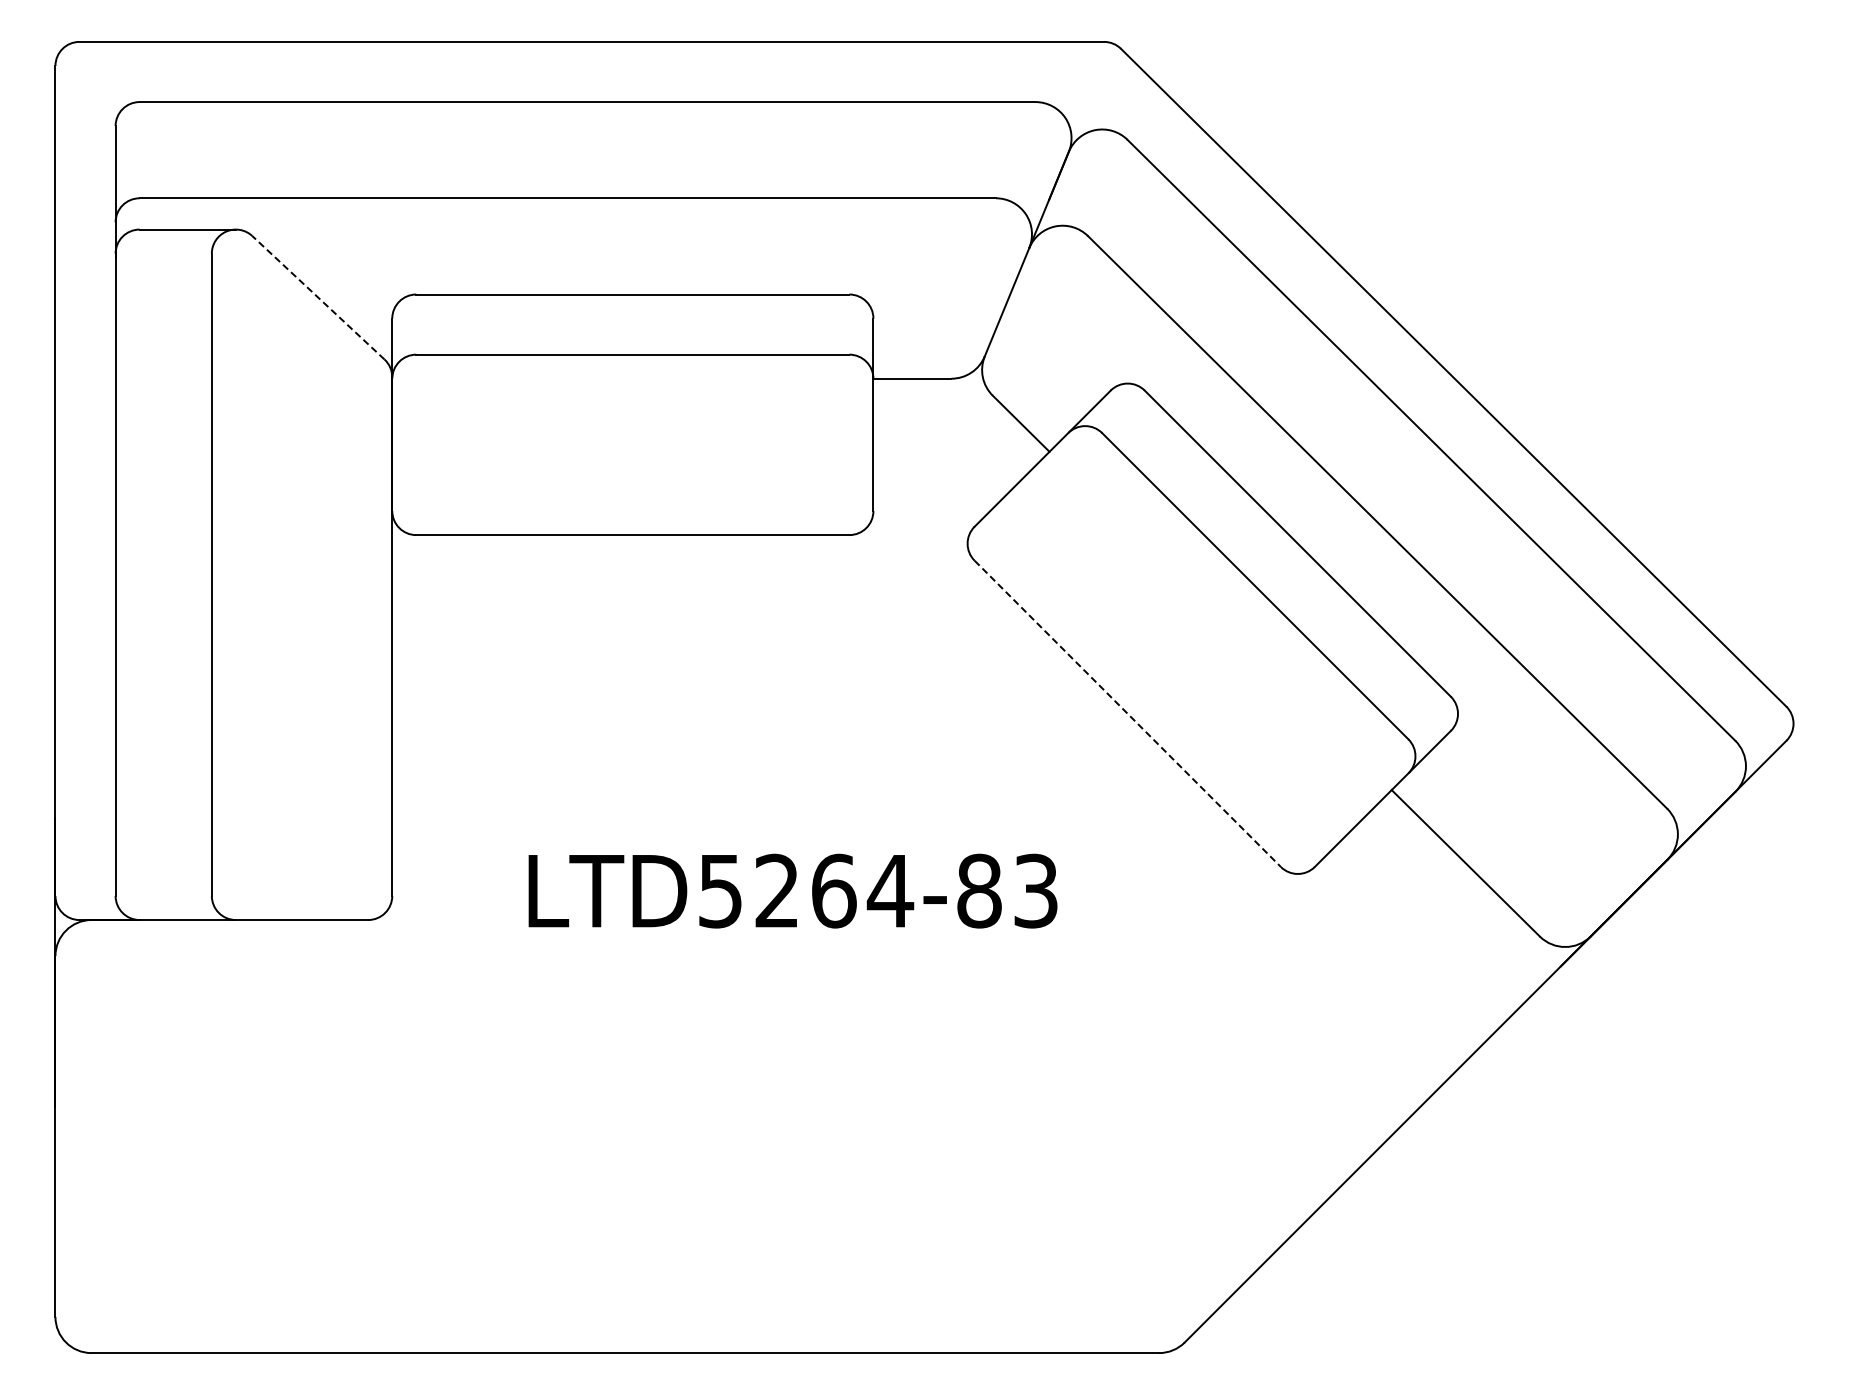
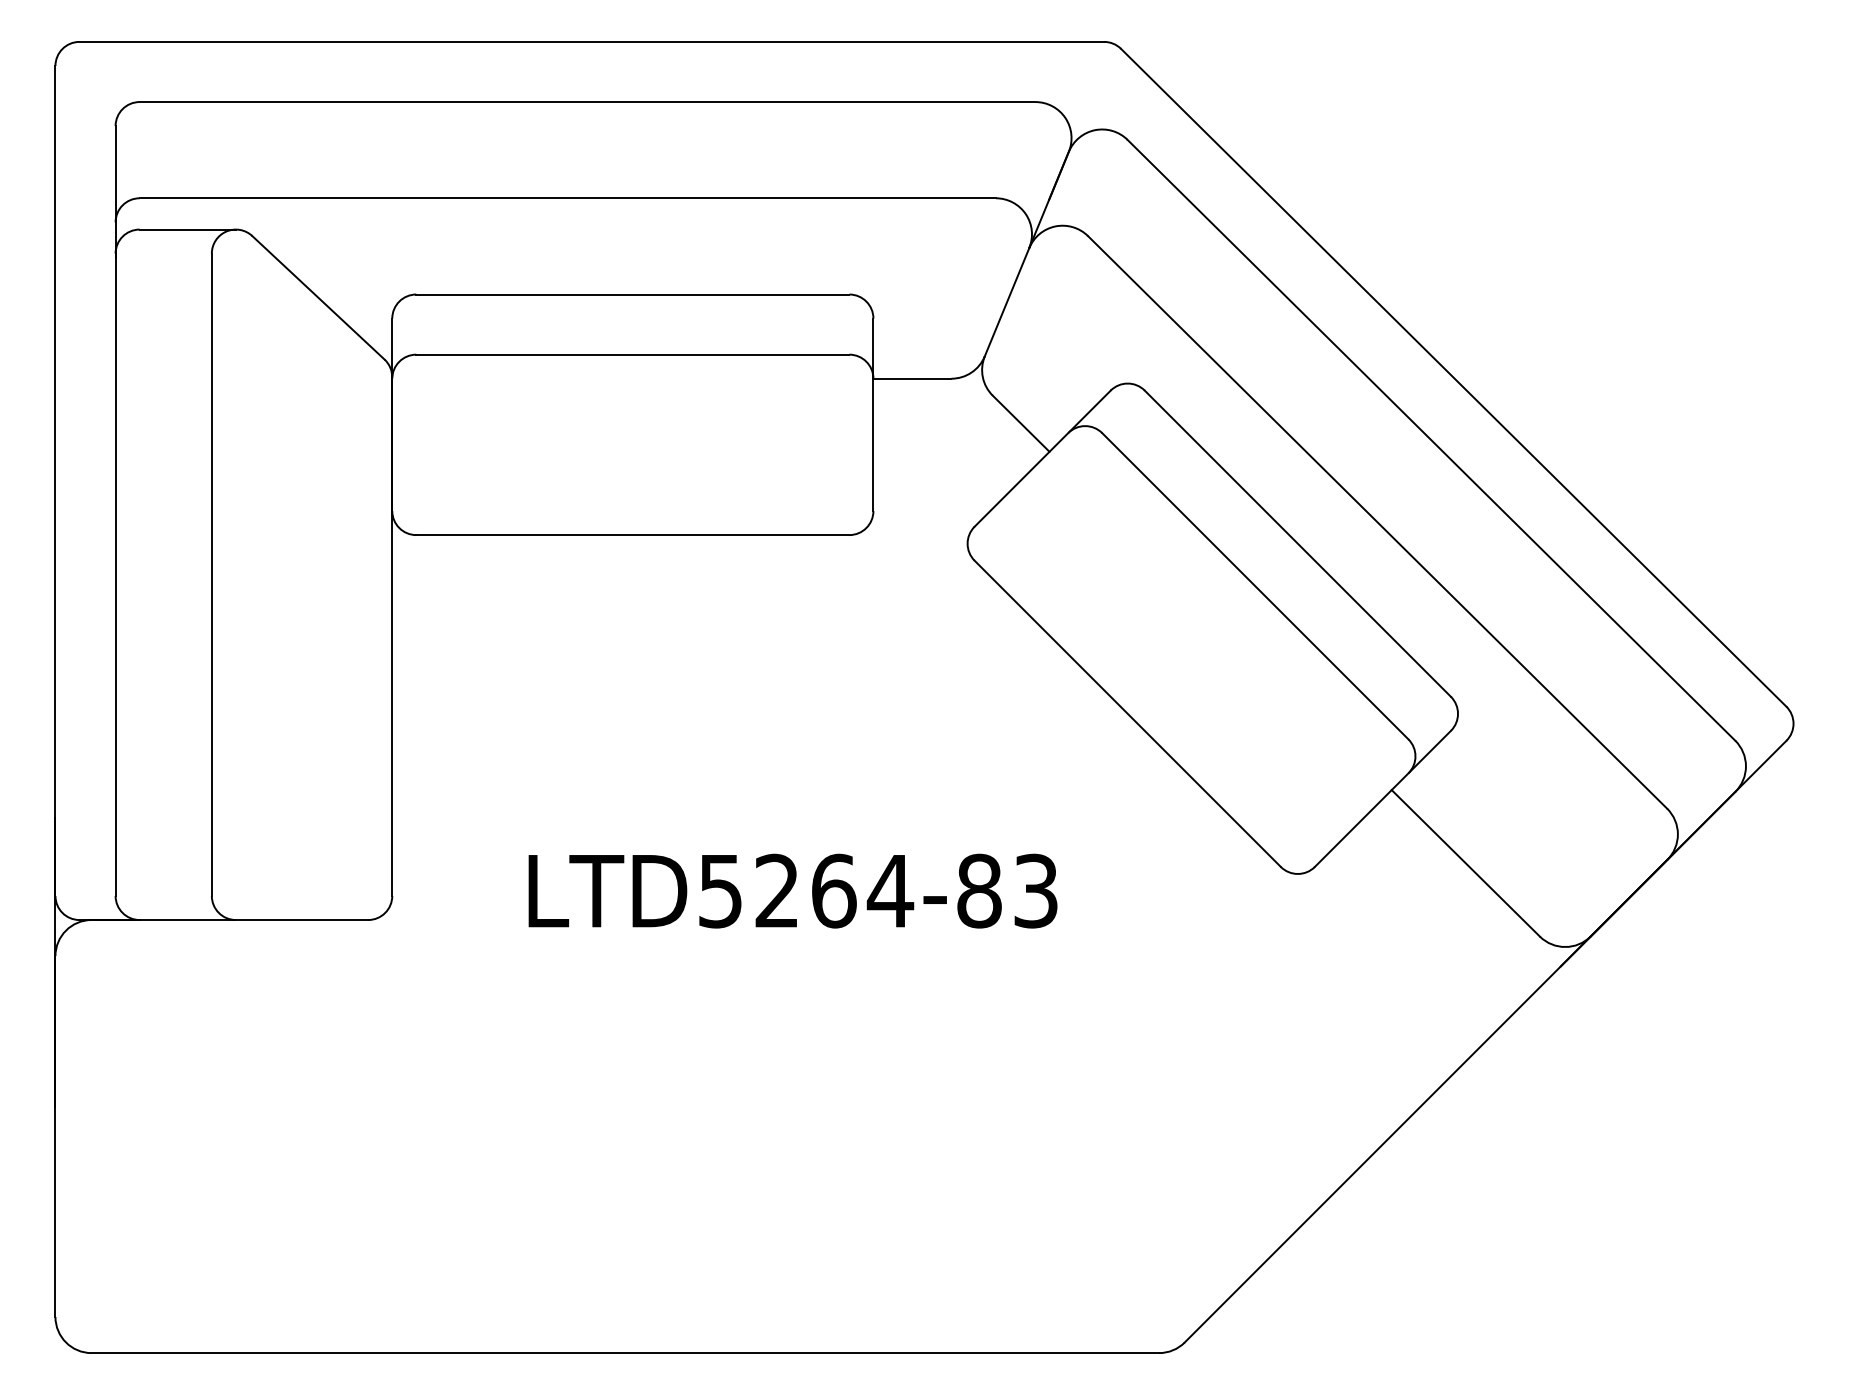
line at (318, 297): dashed -> solid
line at (1127, 713): dashed -> solid
